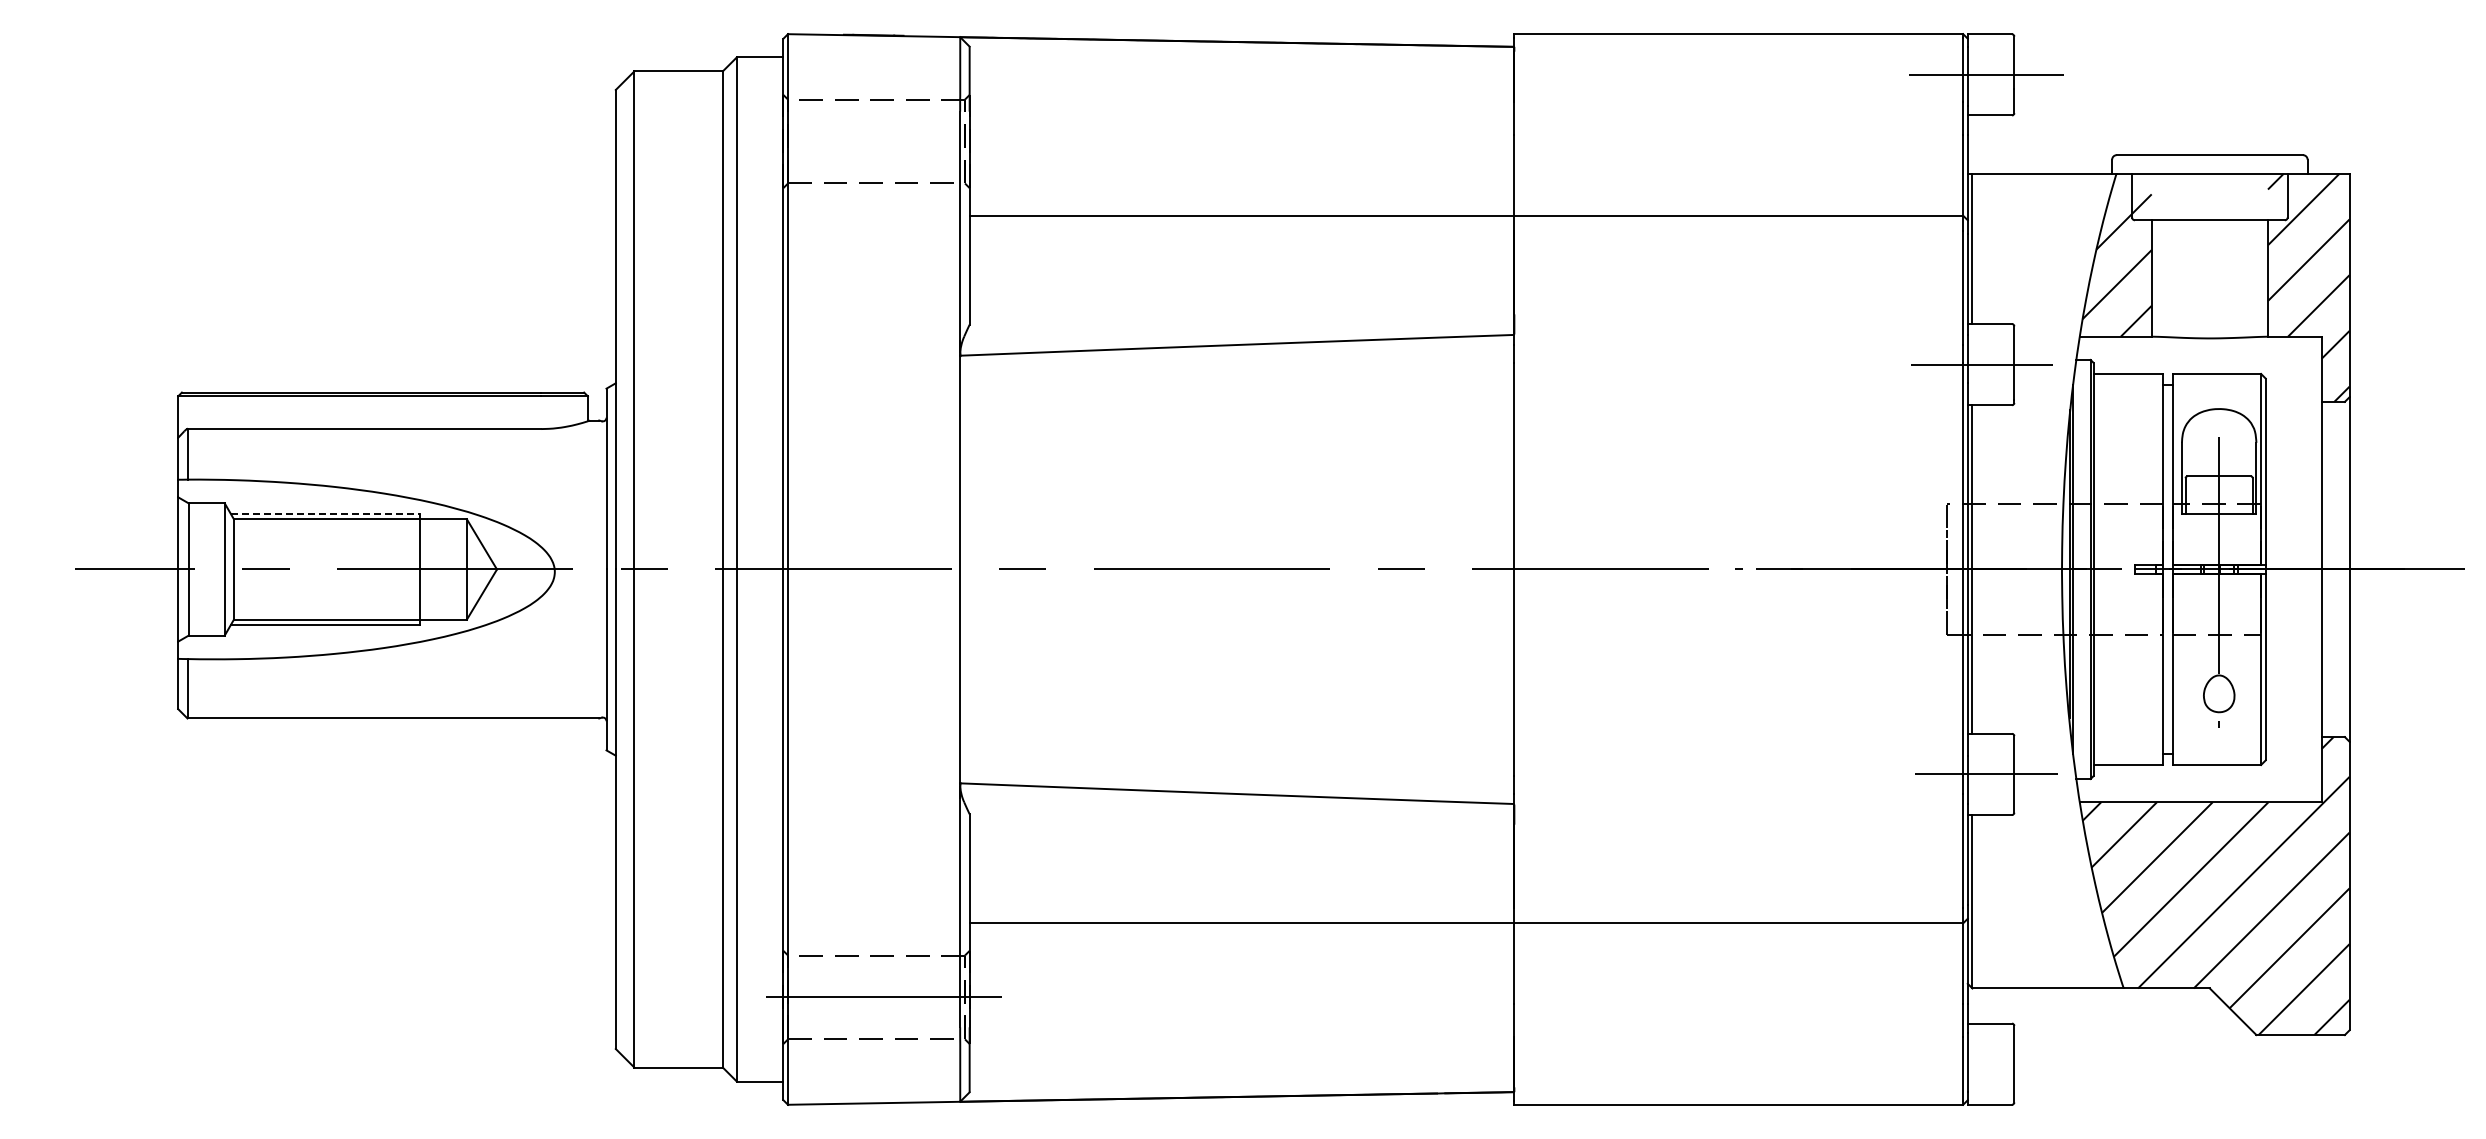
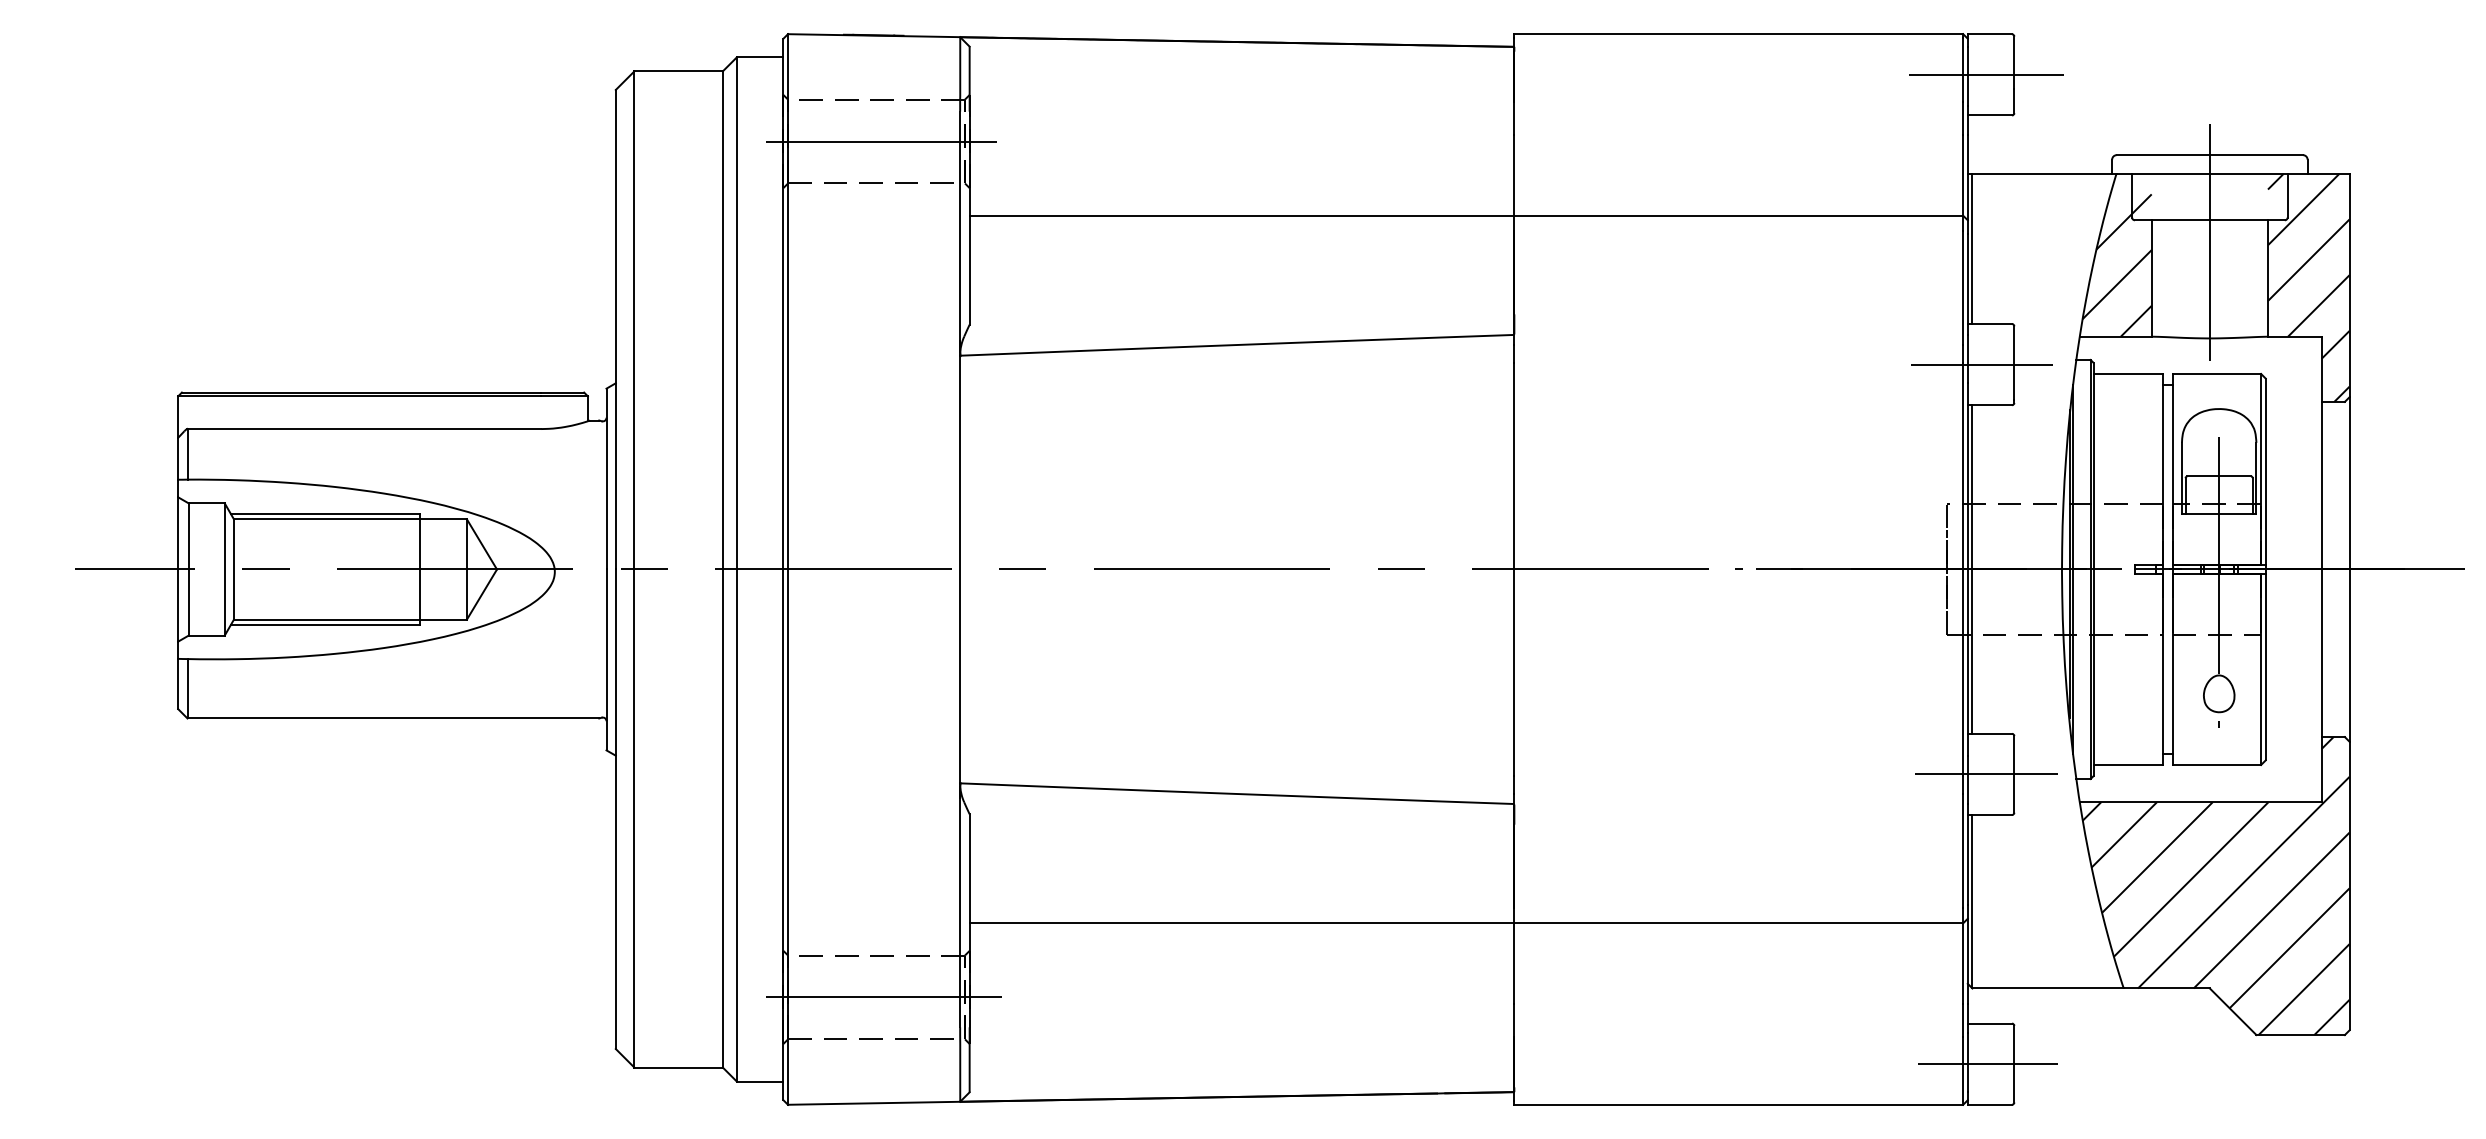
line at (881, 141): none -> present
line at (2209, 242): none -> present
line at (325, 513): dashed -> solid
line at (1987, 1064): none -> present
